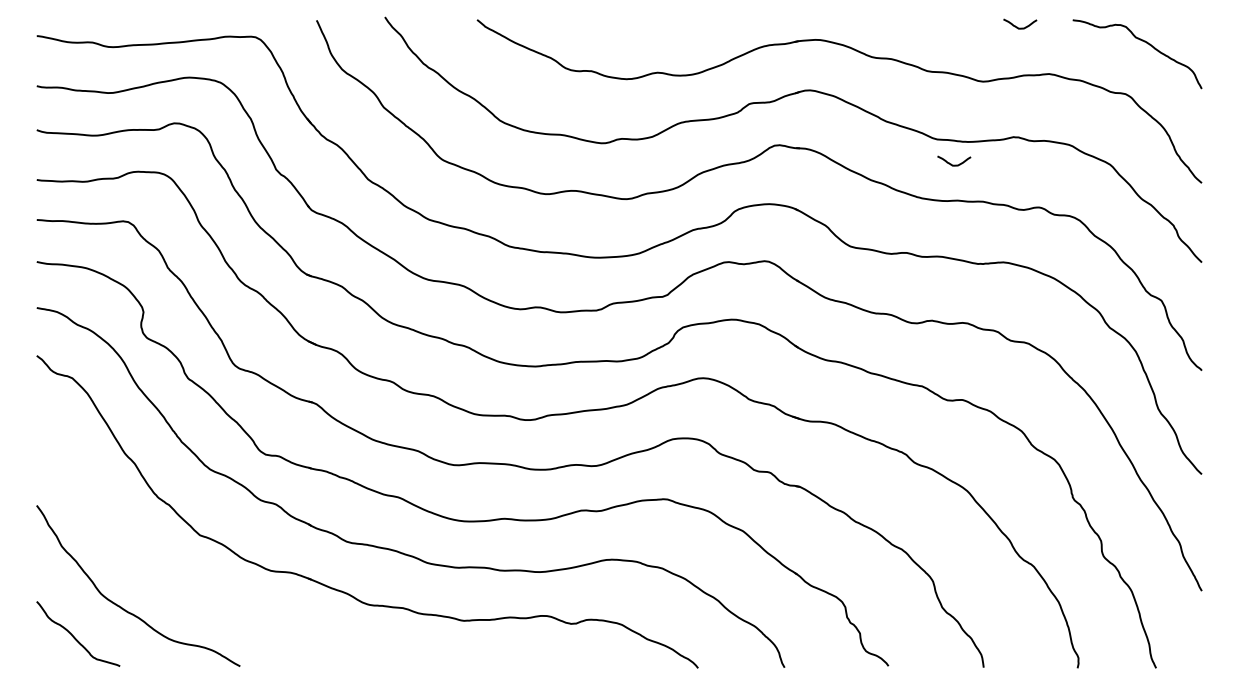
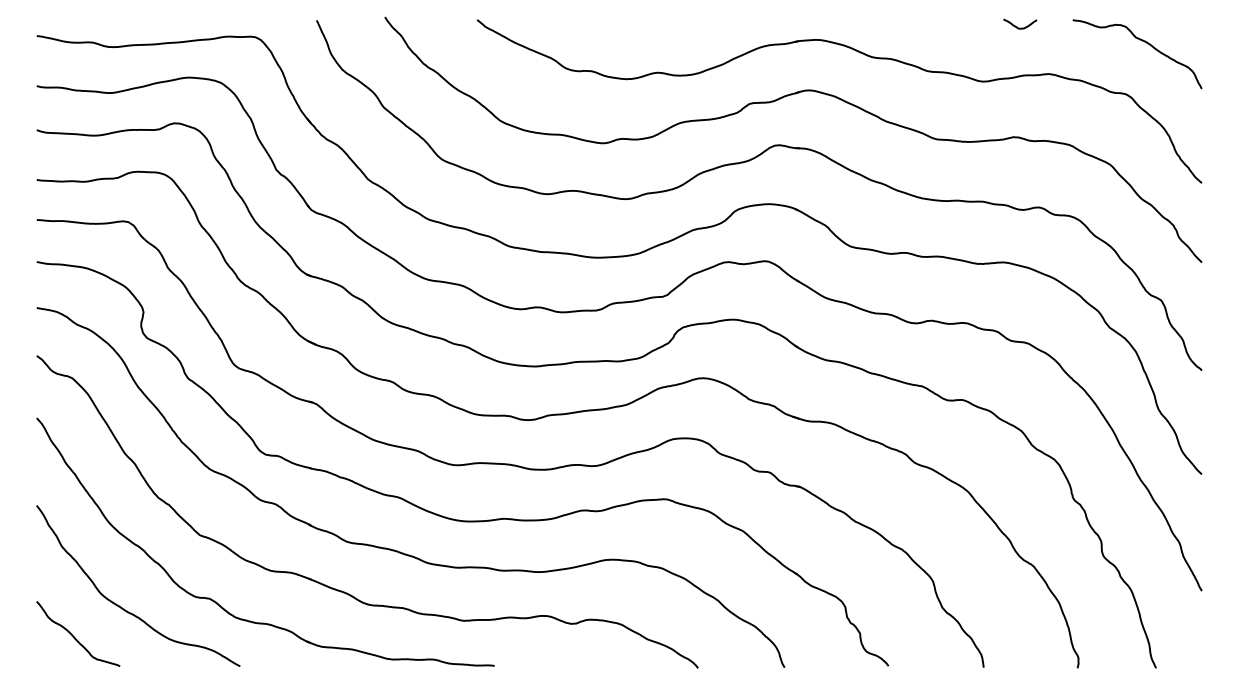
curve at (954, 164): present -> none
part at (216, 601): none -> present
